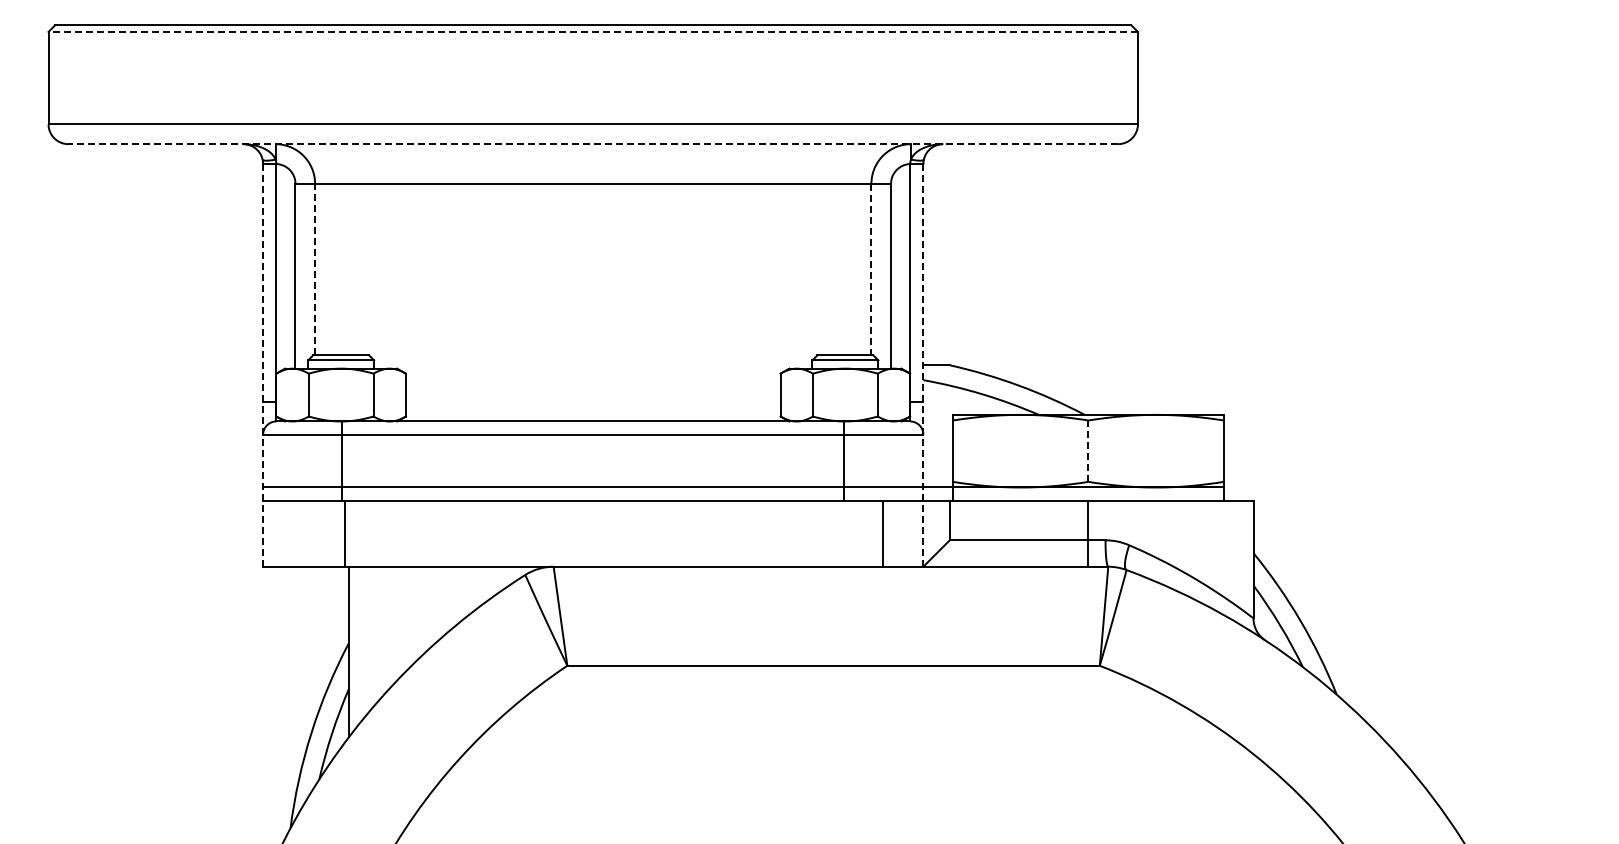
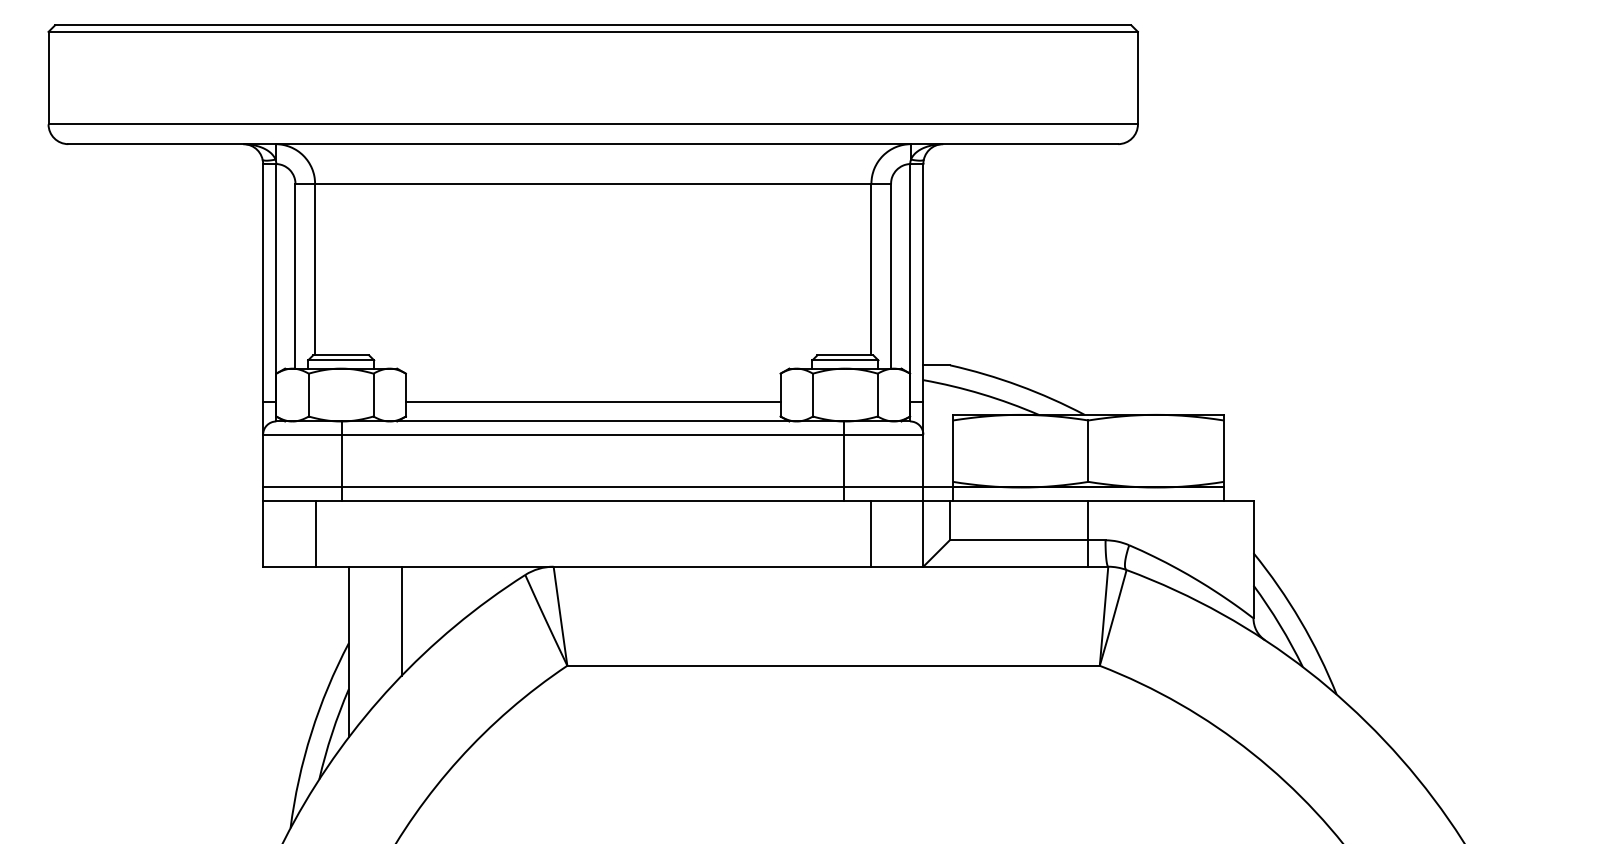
line at (593, 31): dashed -> solid
line at (593, 144): dashed -> solid
line at (315, 269): dashed -> solid
line at (871, 269): dashed -> solid
line at (263, 364): dashed -> solid
line at (923, 364): dashed -> solid
line at (592, 401): none -> present
line at (1088, 451): dashed -> solid
line at (344, 533) position: (344, 533) -> (315, 533)
line at (882, 533) position: (882, 533) -> (870, 533)
line at (401, 620): none -> present
